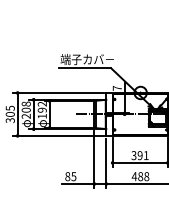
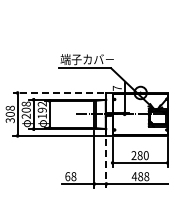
line at (57, 92): solid -> dashed
text at (9, 107): 305 -> 308
text at (139, 155): 391 -> 280
line at (106, 163): solid -> dashed
text at (70, 176): 85 -> 68
